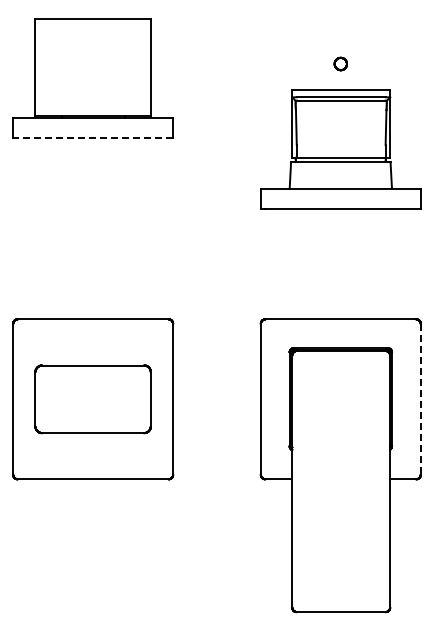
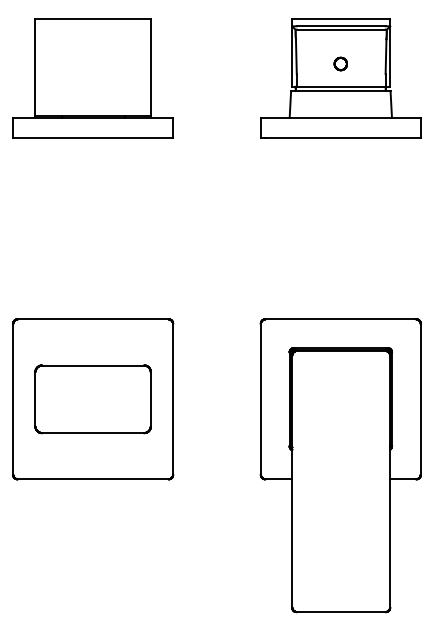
line at (93, 138): dashed -> solid
part at (340, 149) position: (340, 149) -> (340, 78)
line at (420, 399): dashed -> solid
